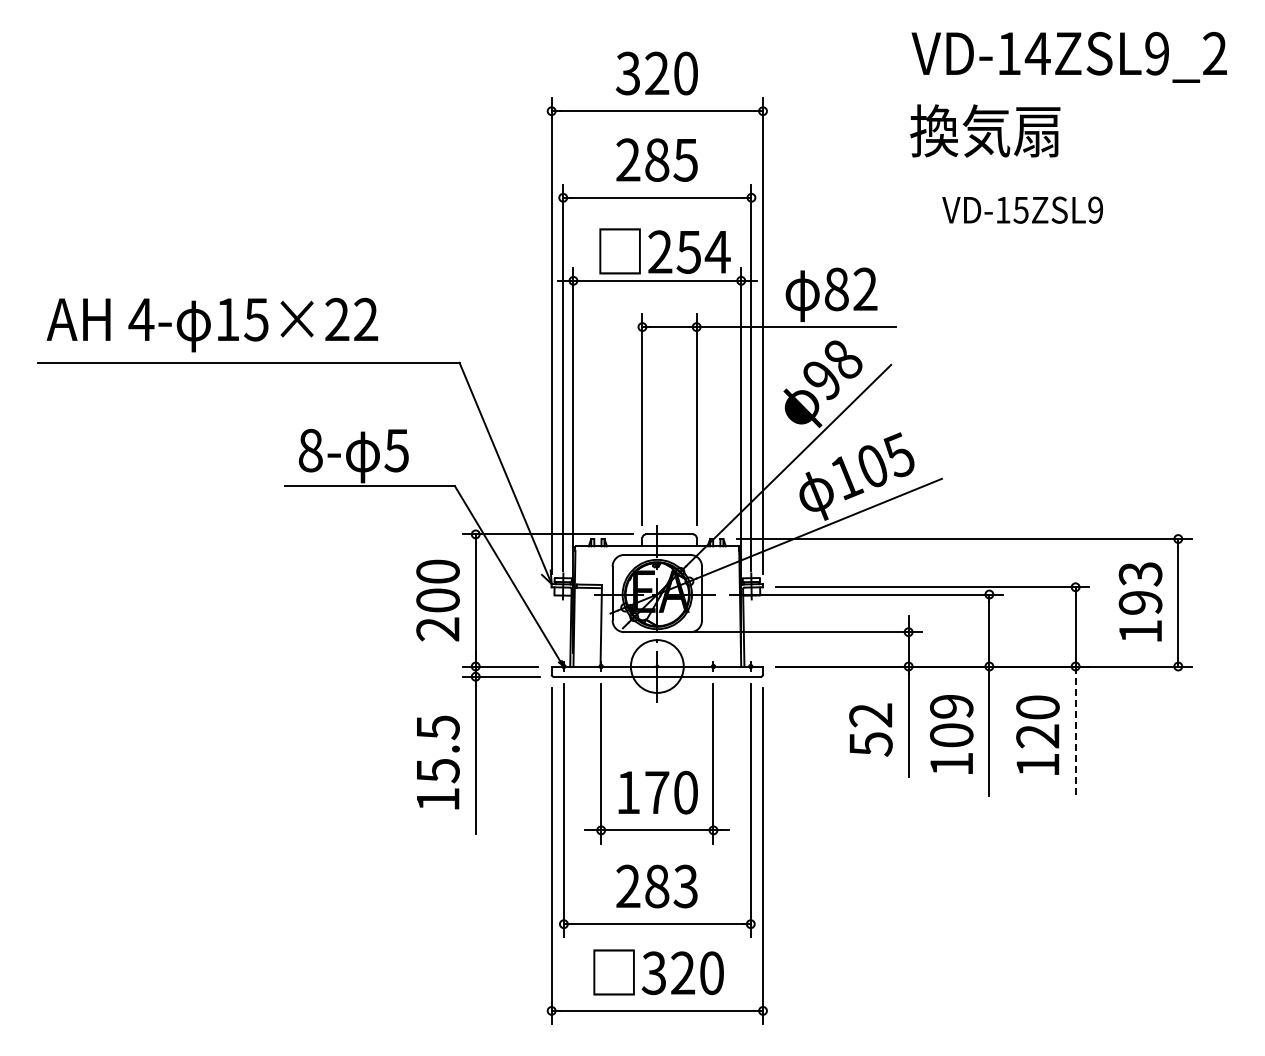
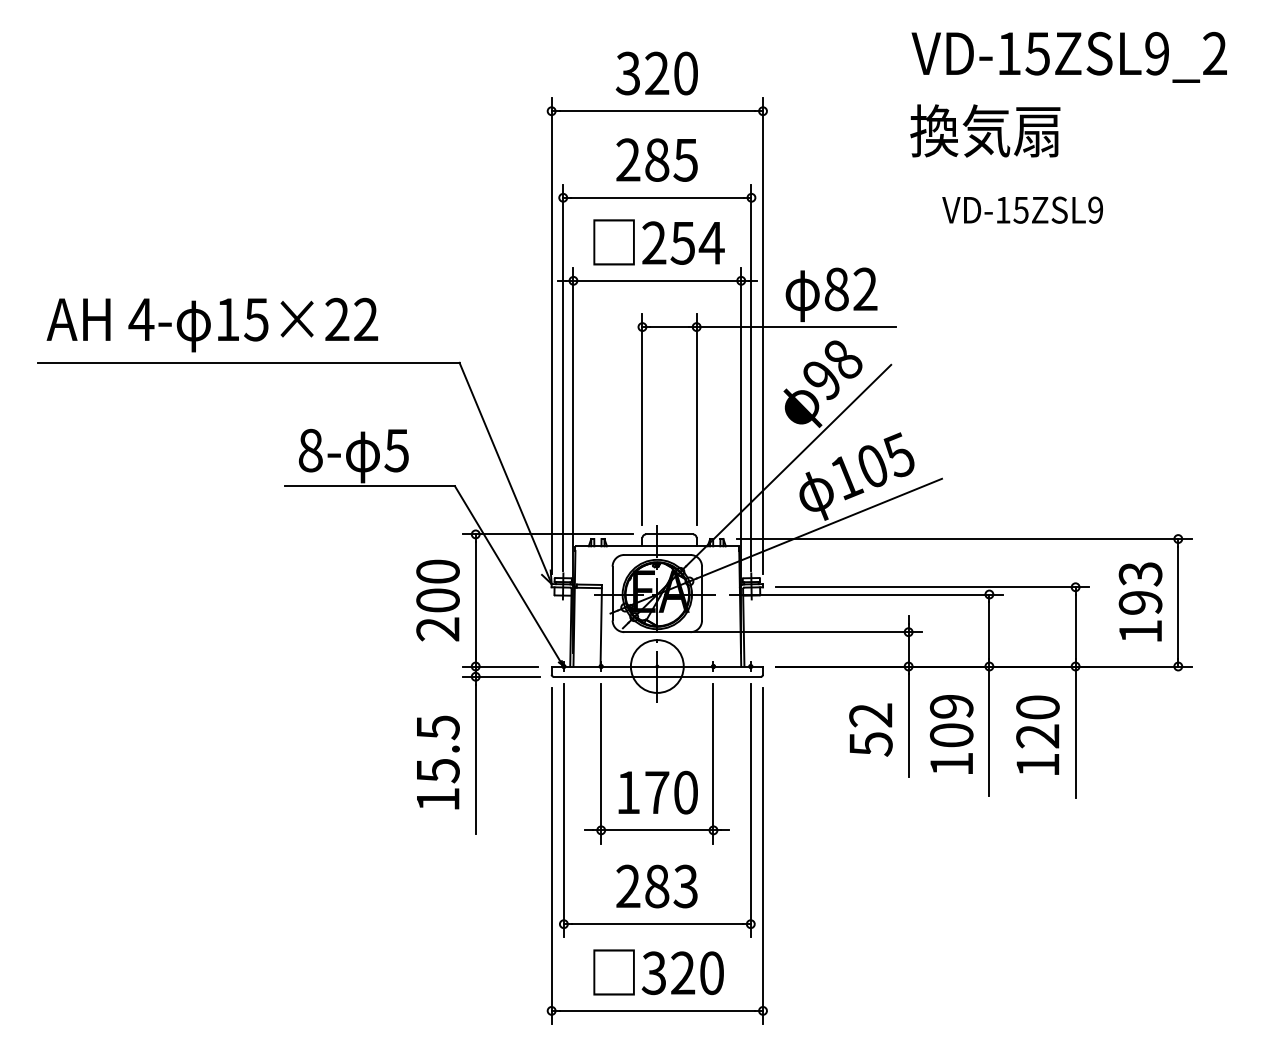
text at (1037, 53): VD-14ZSL9_2 -> VD-15ZSL9_2
text at (664, 251) position: (664, 251) -> (658, 242)
line at (1075, 732): dashed -> solid
